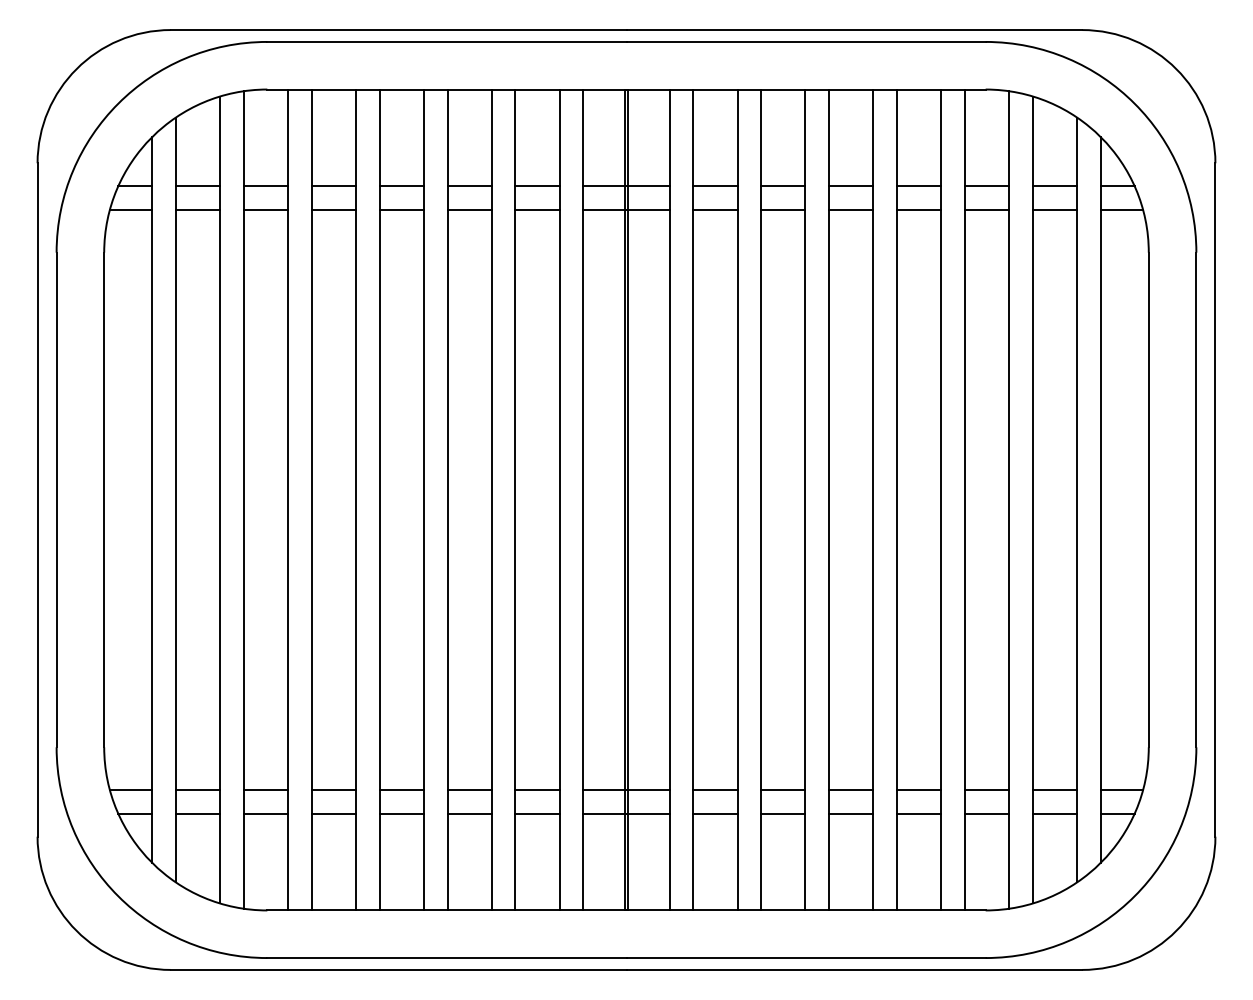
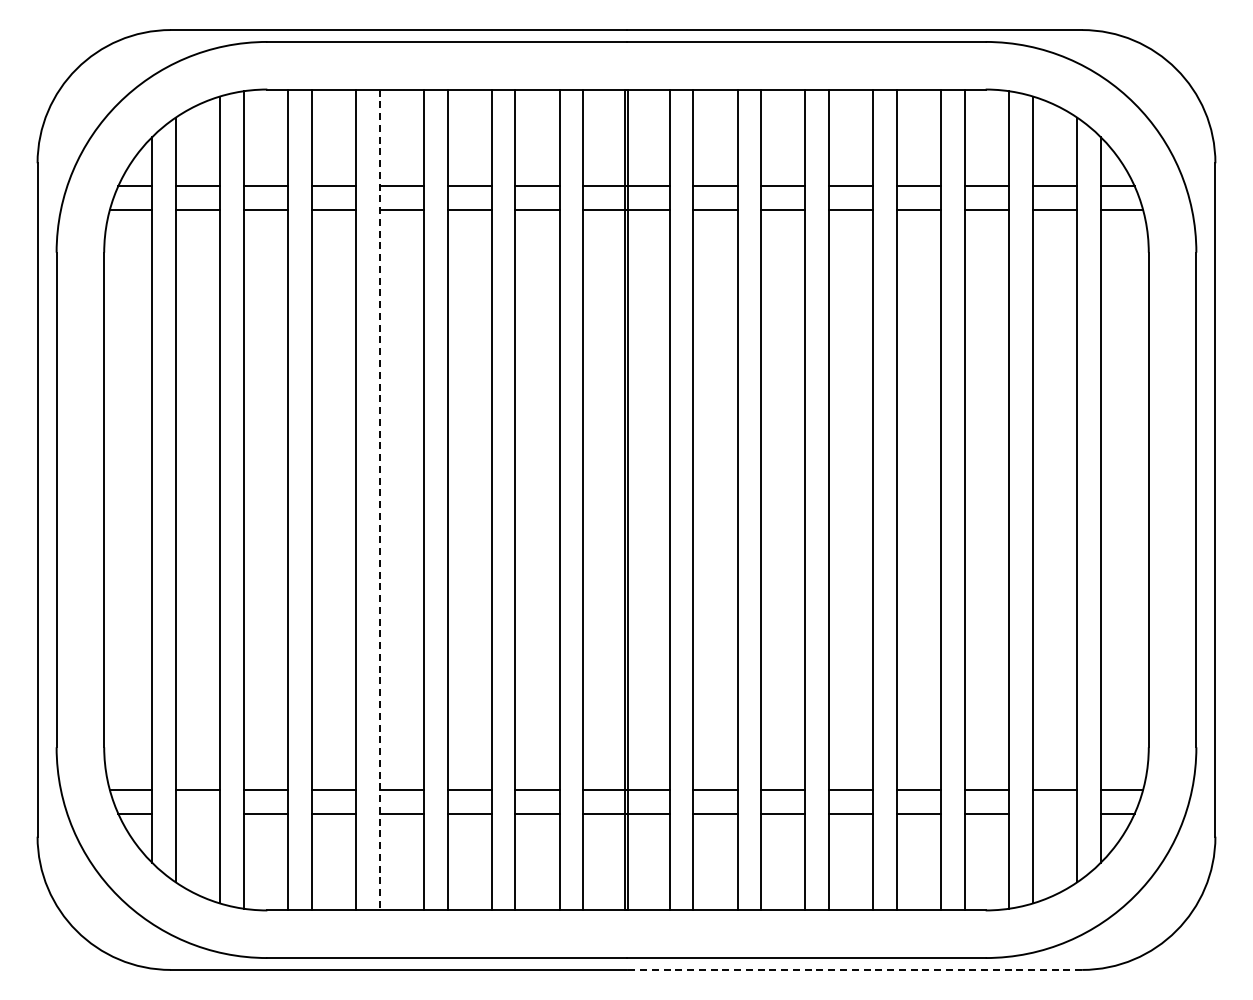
line at (379, 500): solid -> dashed
line at (197, 813): present -> none
line at (1055, 813): present -> none
line at (854, 969): solid -> dashed
